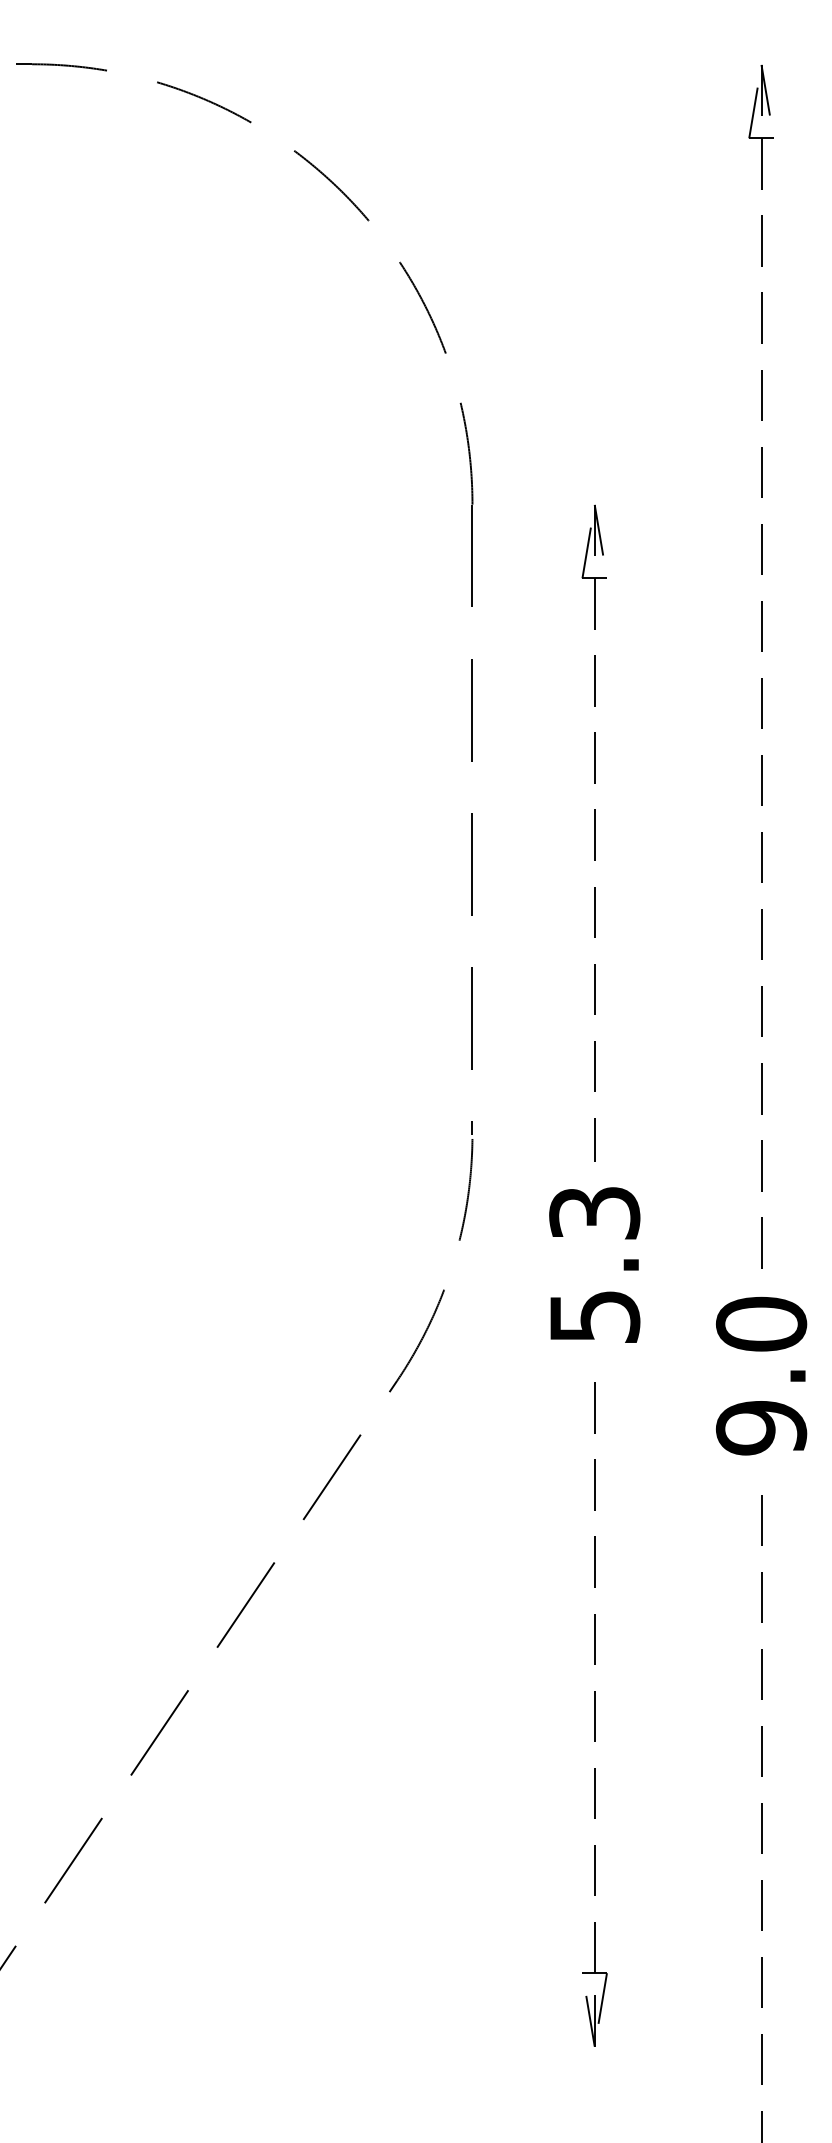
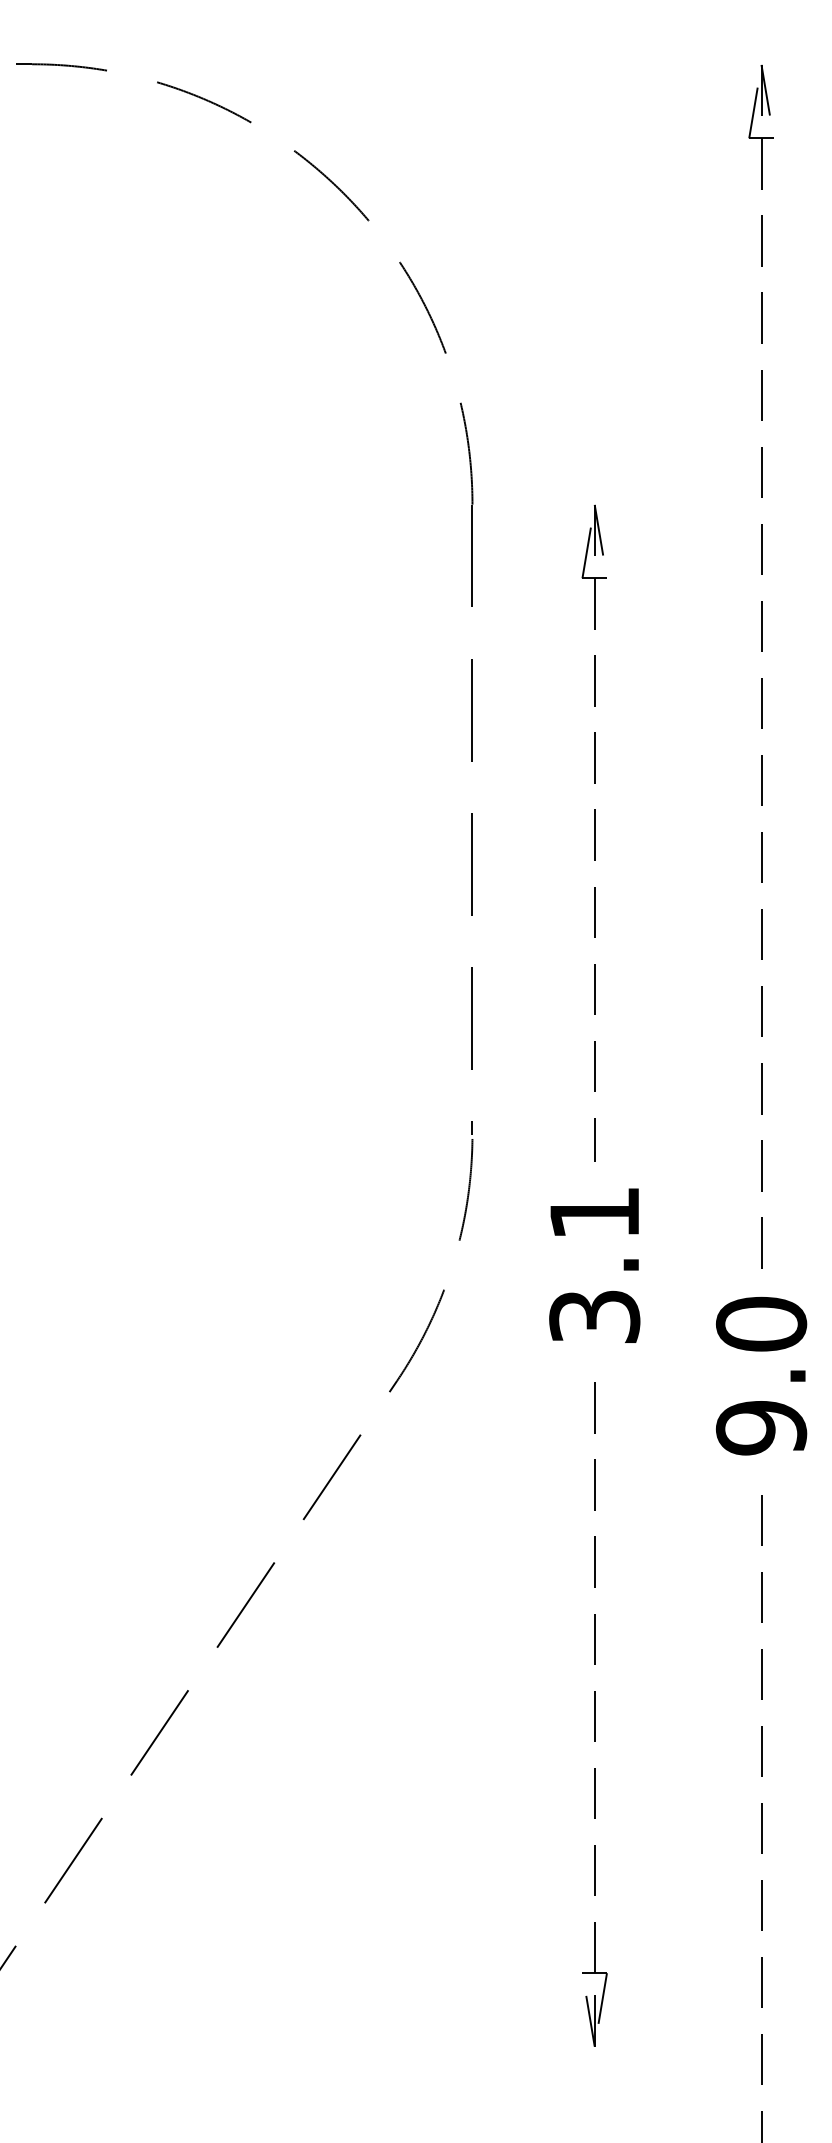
text at (594, 1264): 5.3 -> 3.1
